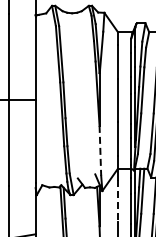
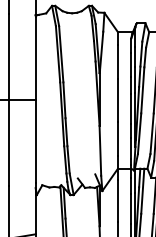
line at (100, 150): dashed -> solid
line at (118, 201): dashed -> solid
